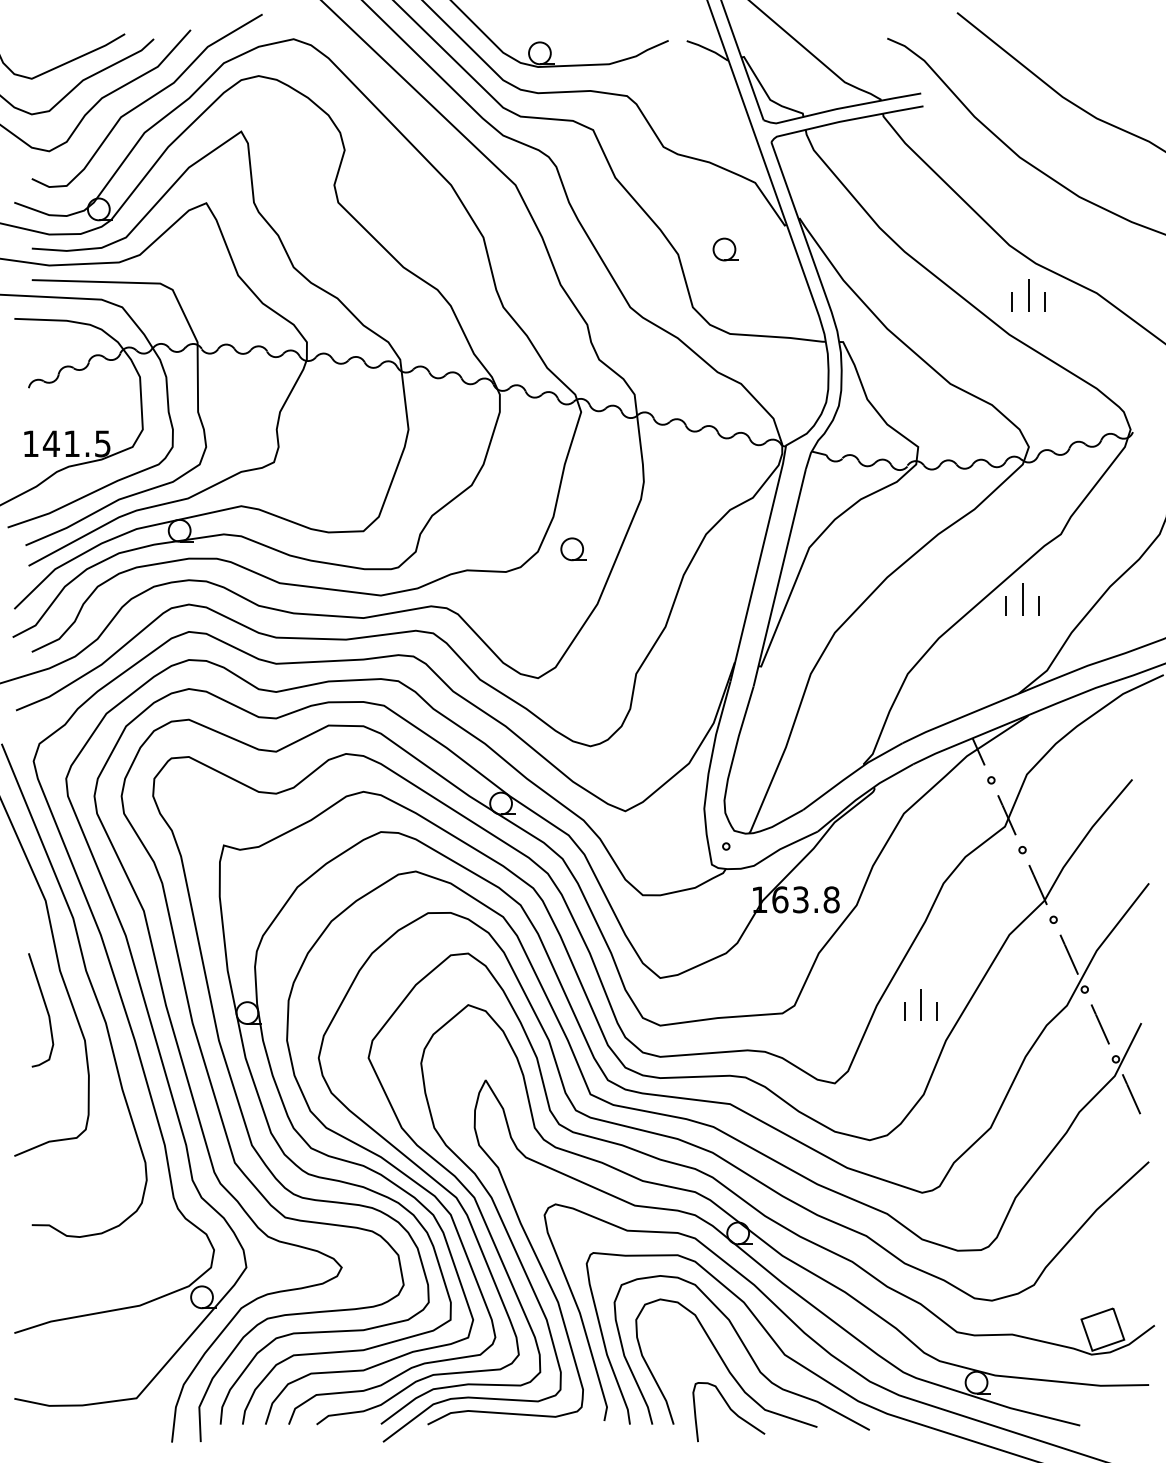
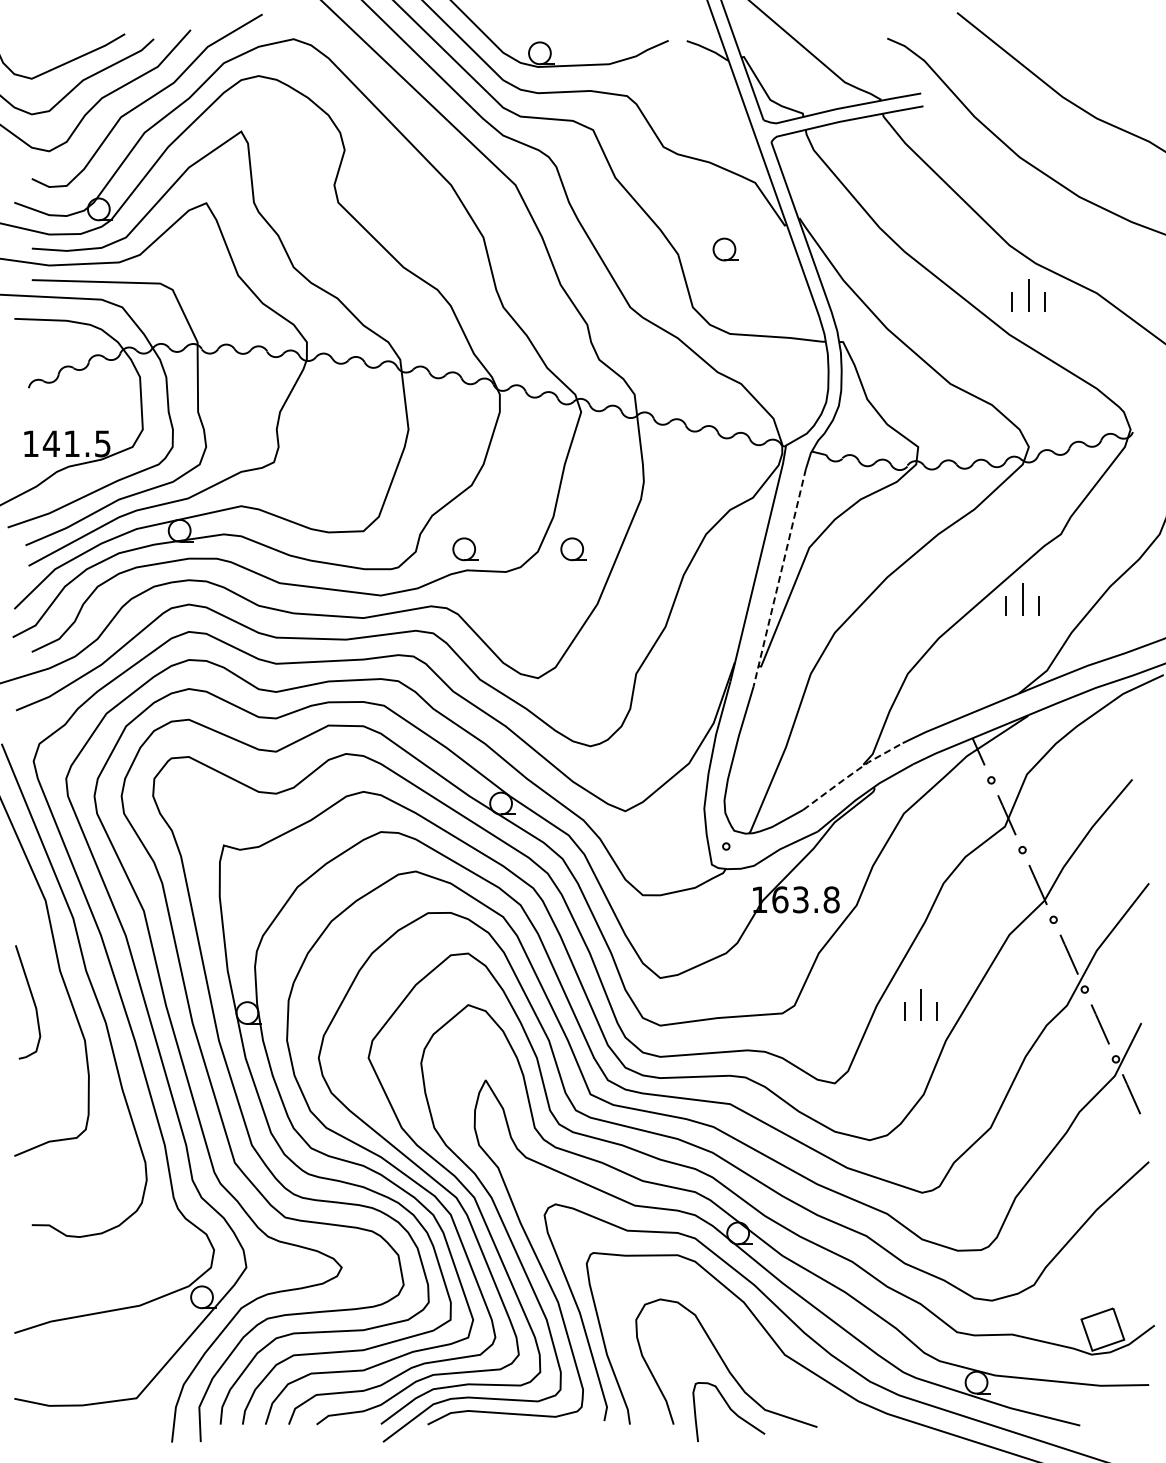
part at (465, 549): none -> present
line at (779, 577): solid -> dashed
line at (851, 774): solid -> dashed
curve at (45, 1008) position: (45, 1008) -> (32, 1000)
curve at (745, 1349): present -> none
